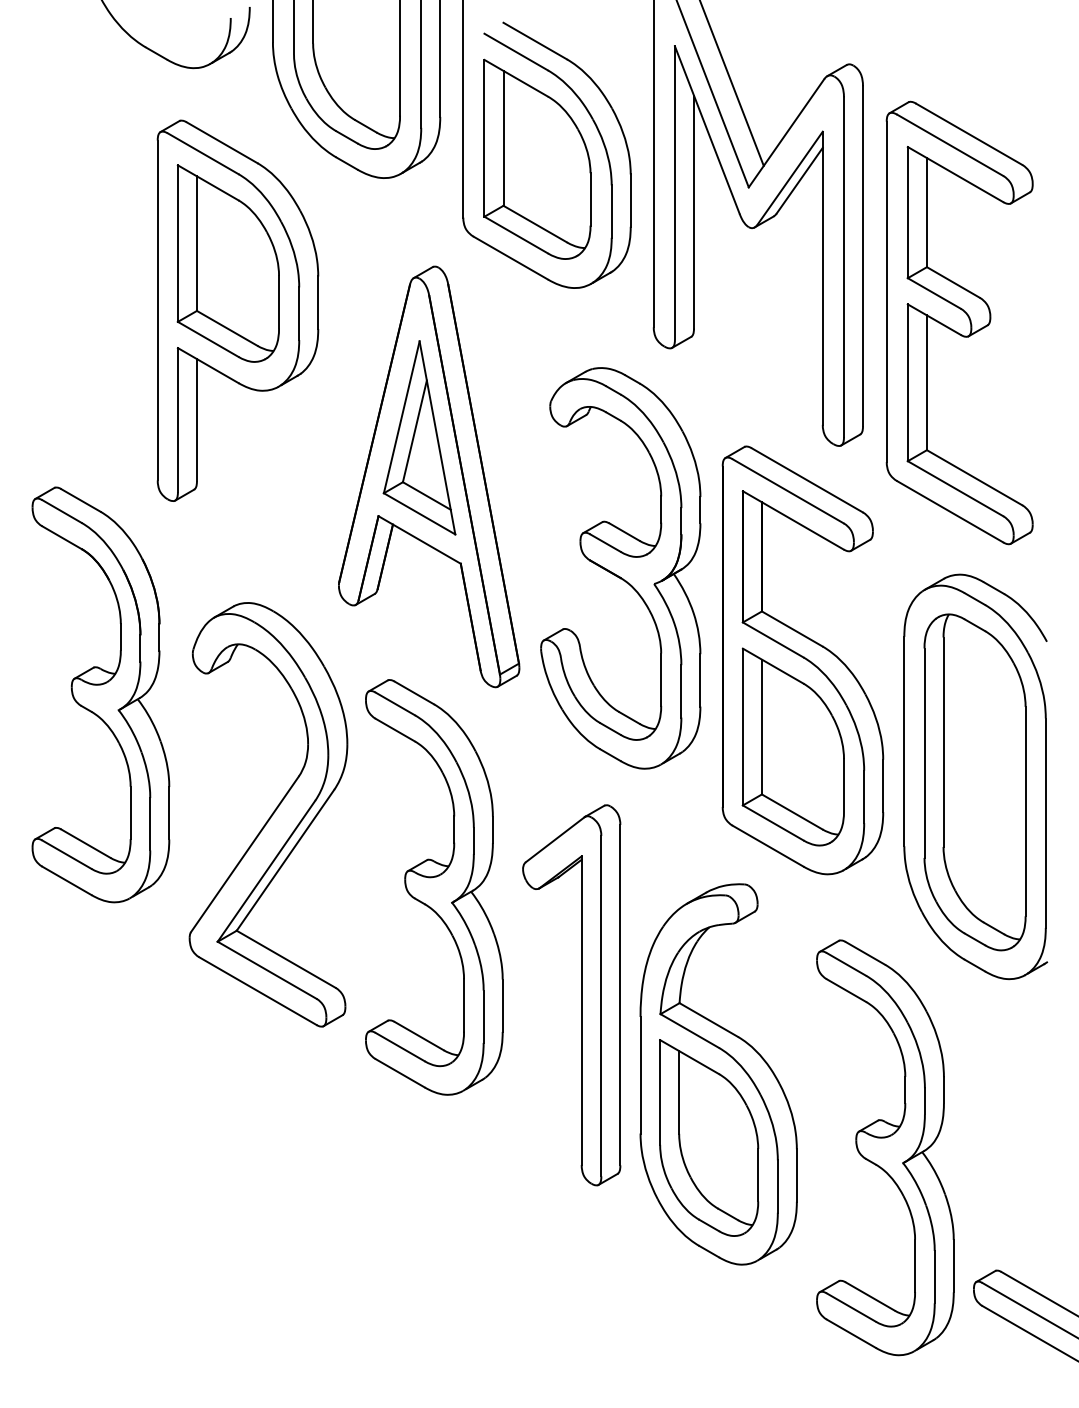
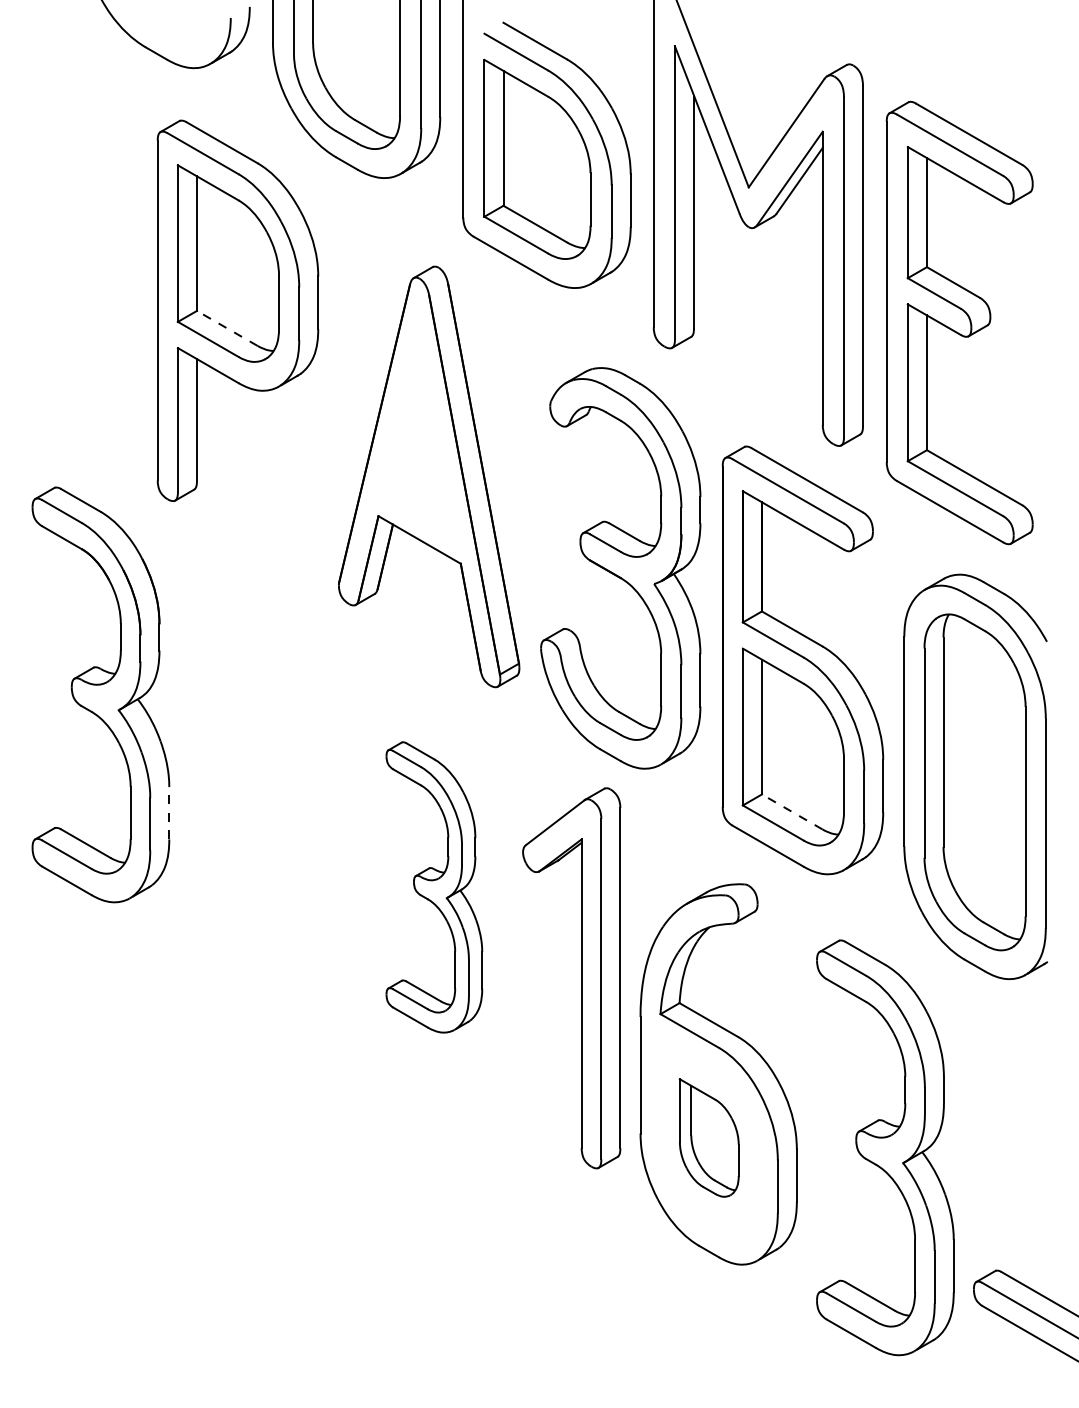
line at (731, 83): present -> none
line at (227, 328): solid -> dashed
part at (419, 437): present -> none
line at (792, 811): solid -> dashed
line at (169, 812): solid -> dashed
part at (268, 814): present -> none
part at (434, 887) size: 139x417 px -> 99x293 px
part at (581, 995) position: (581, 995) -> (581, 978)
part at (709, 1137) size: 101x198 px -> 62x120 px
